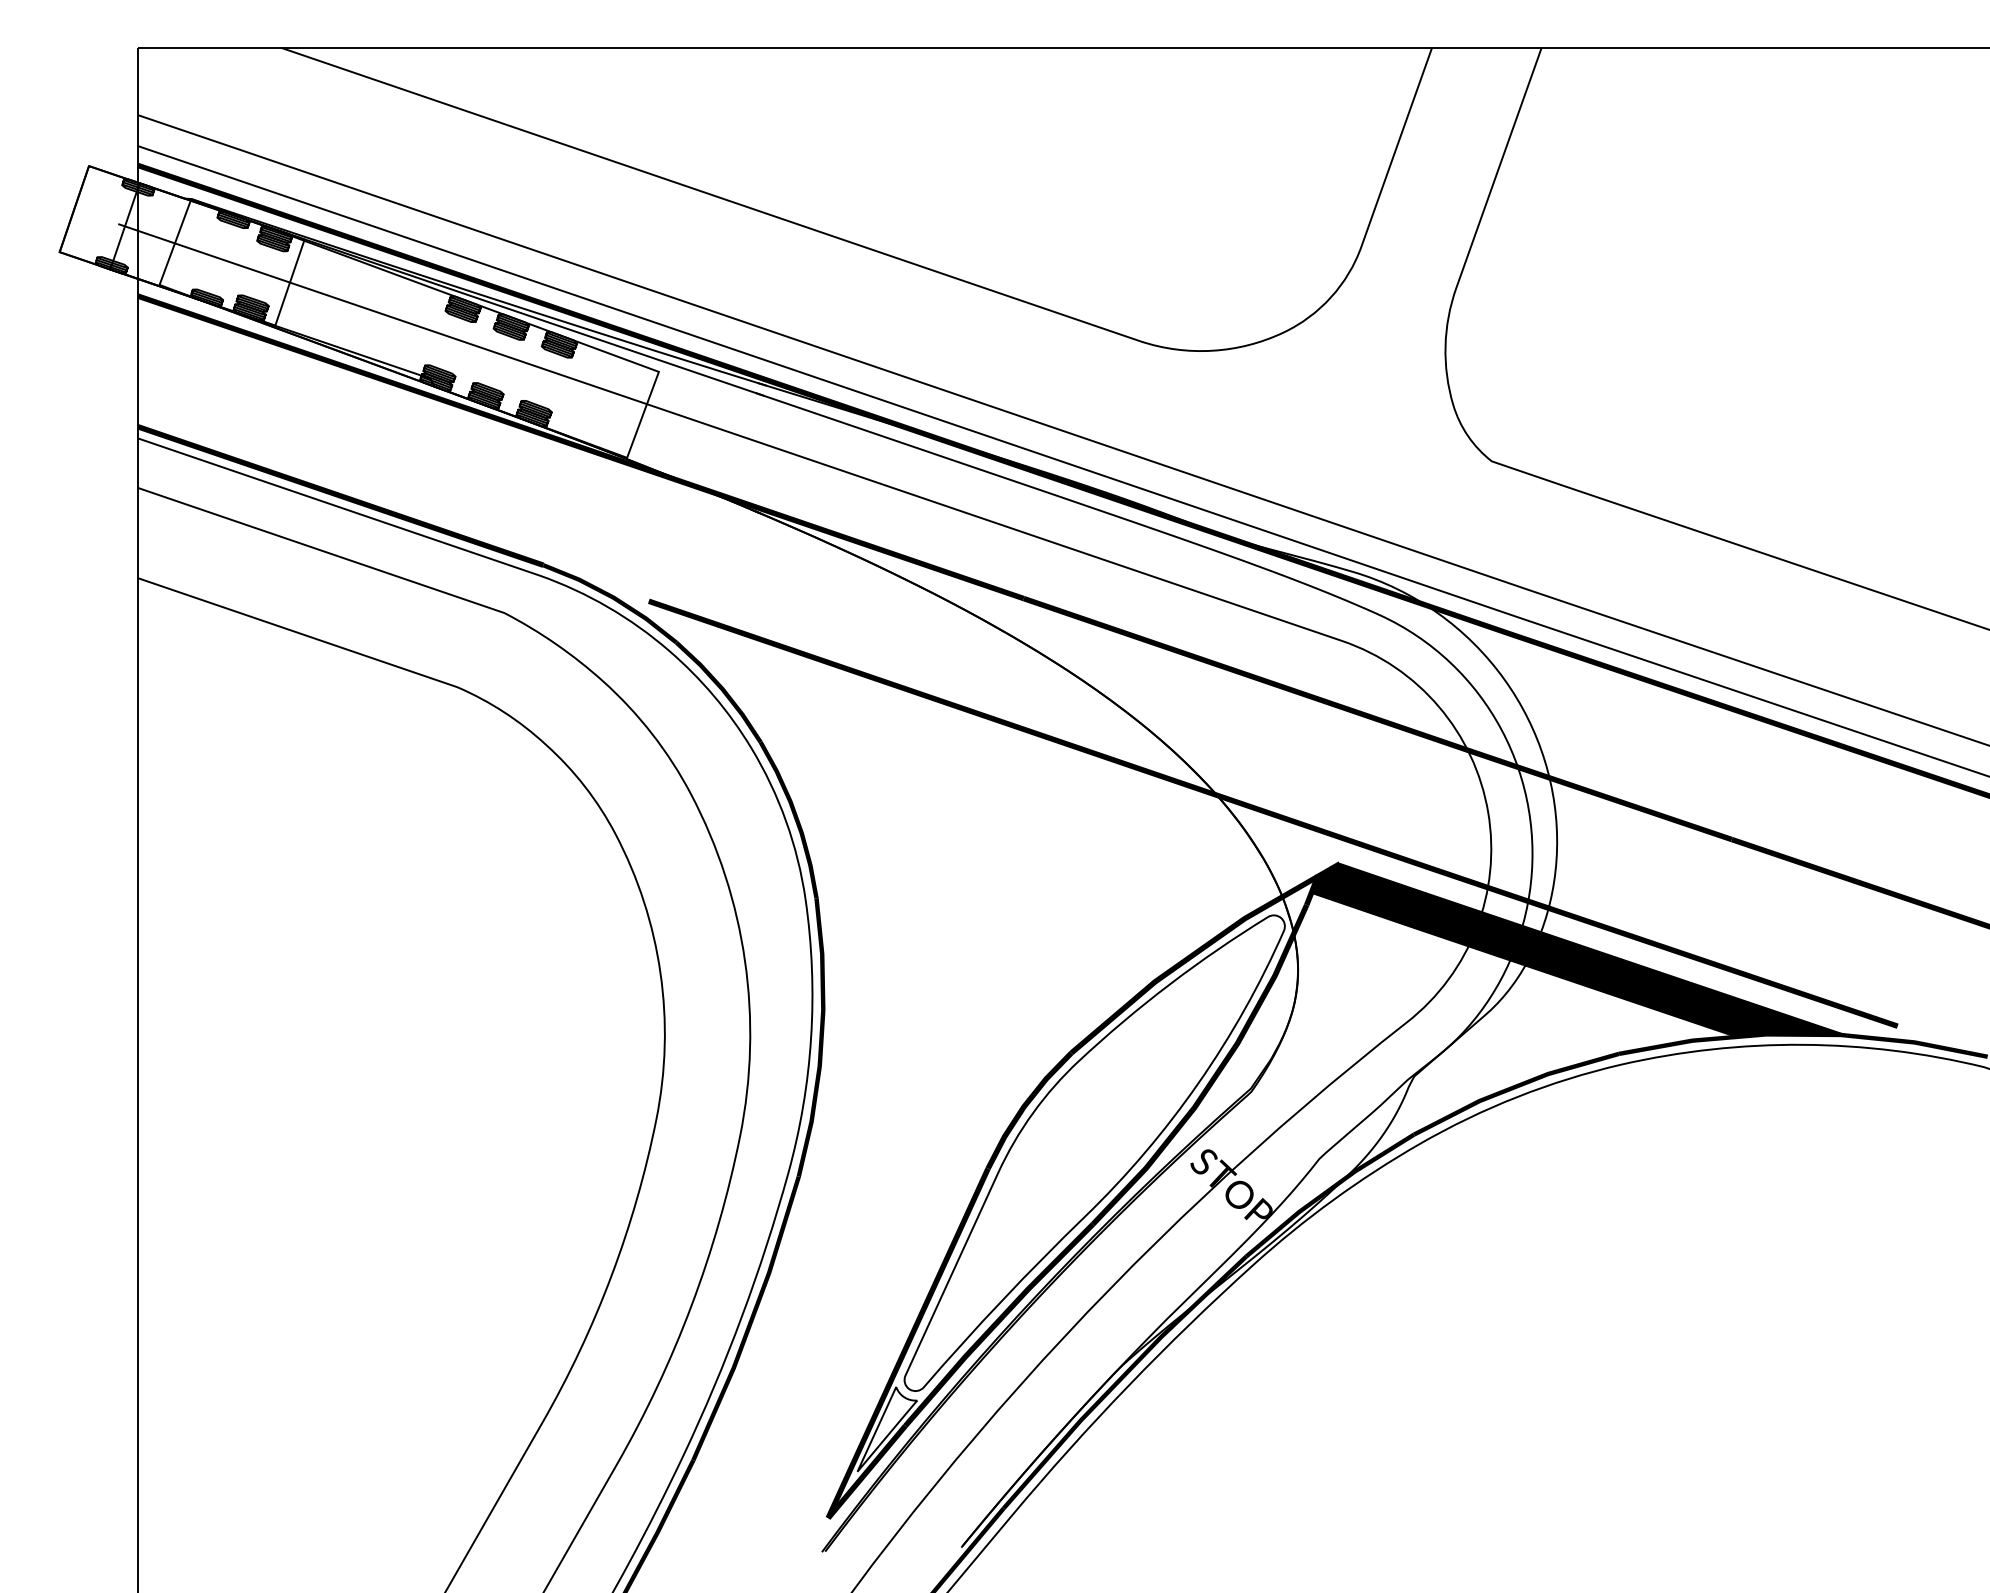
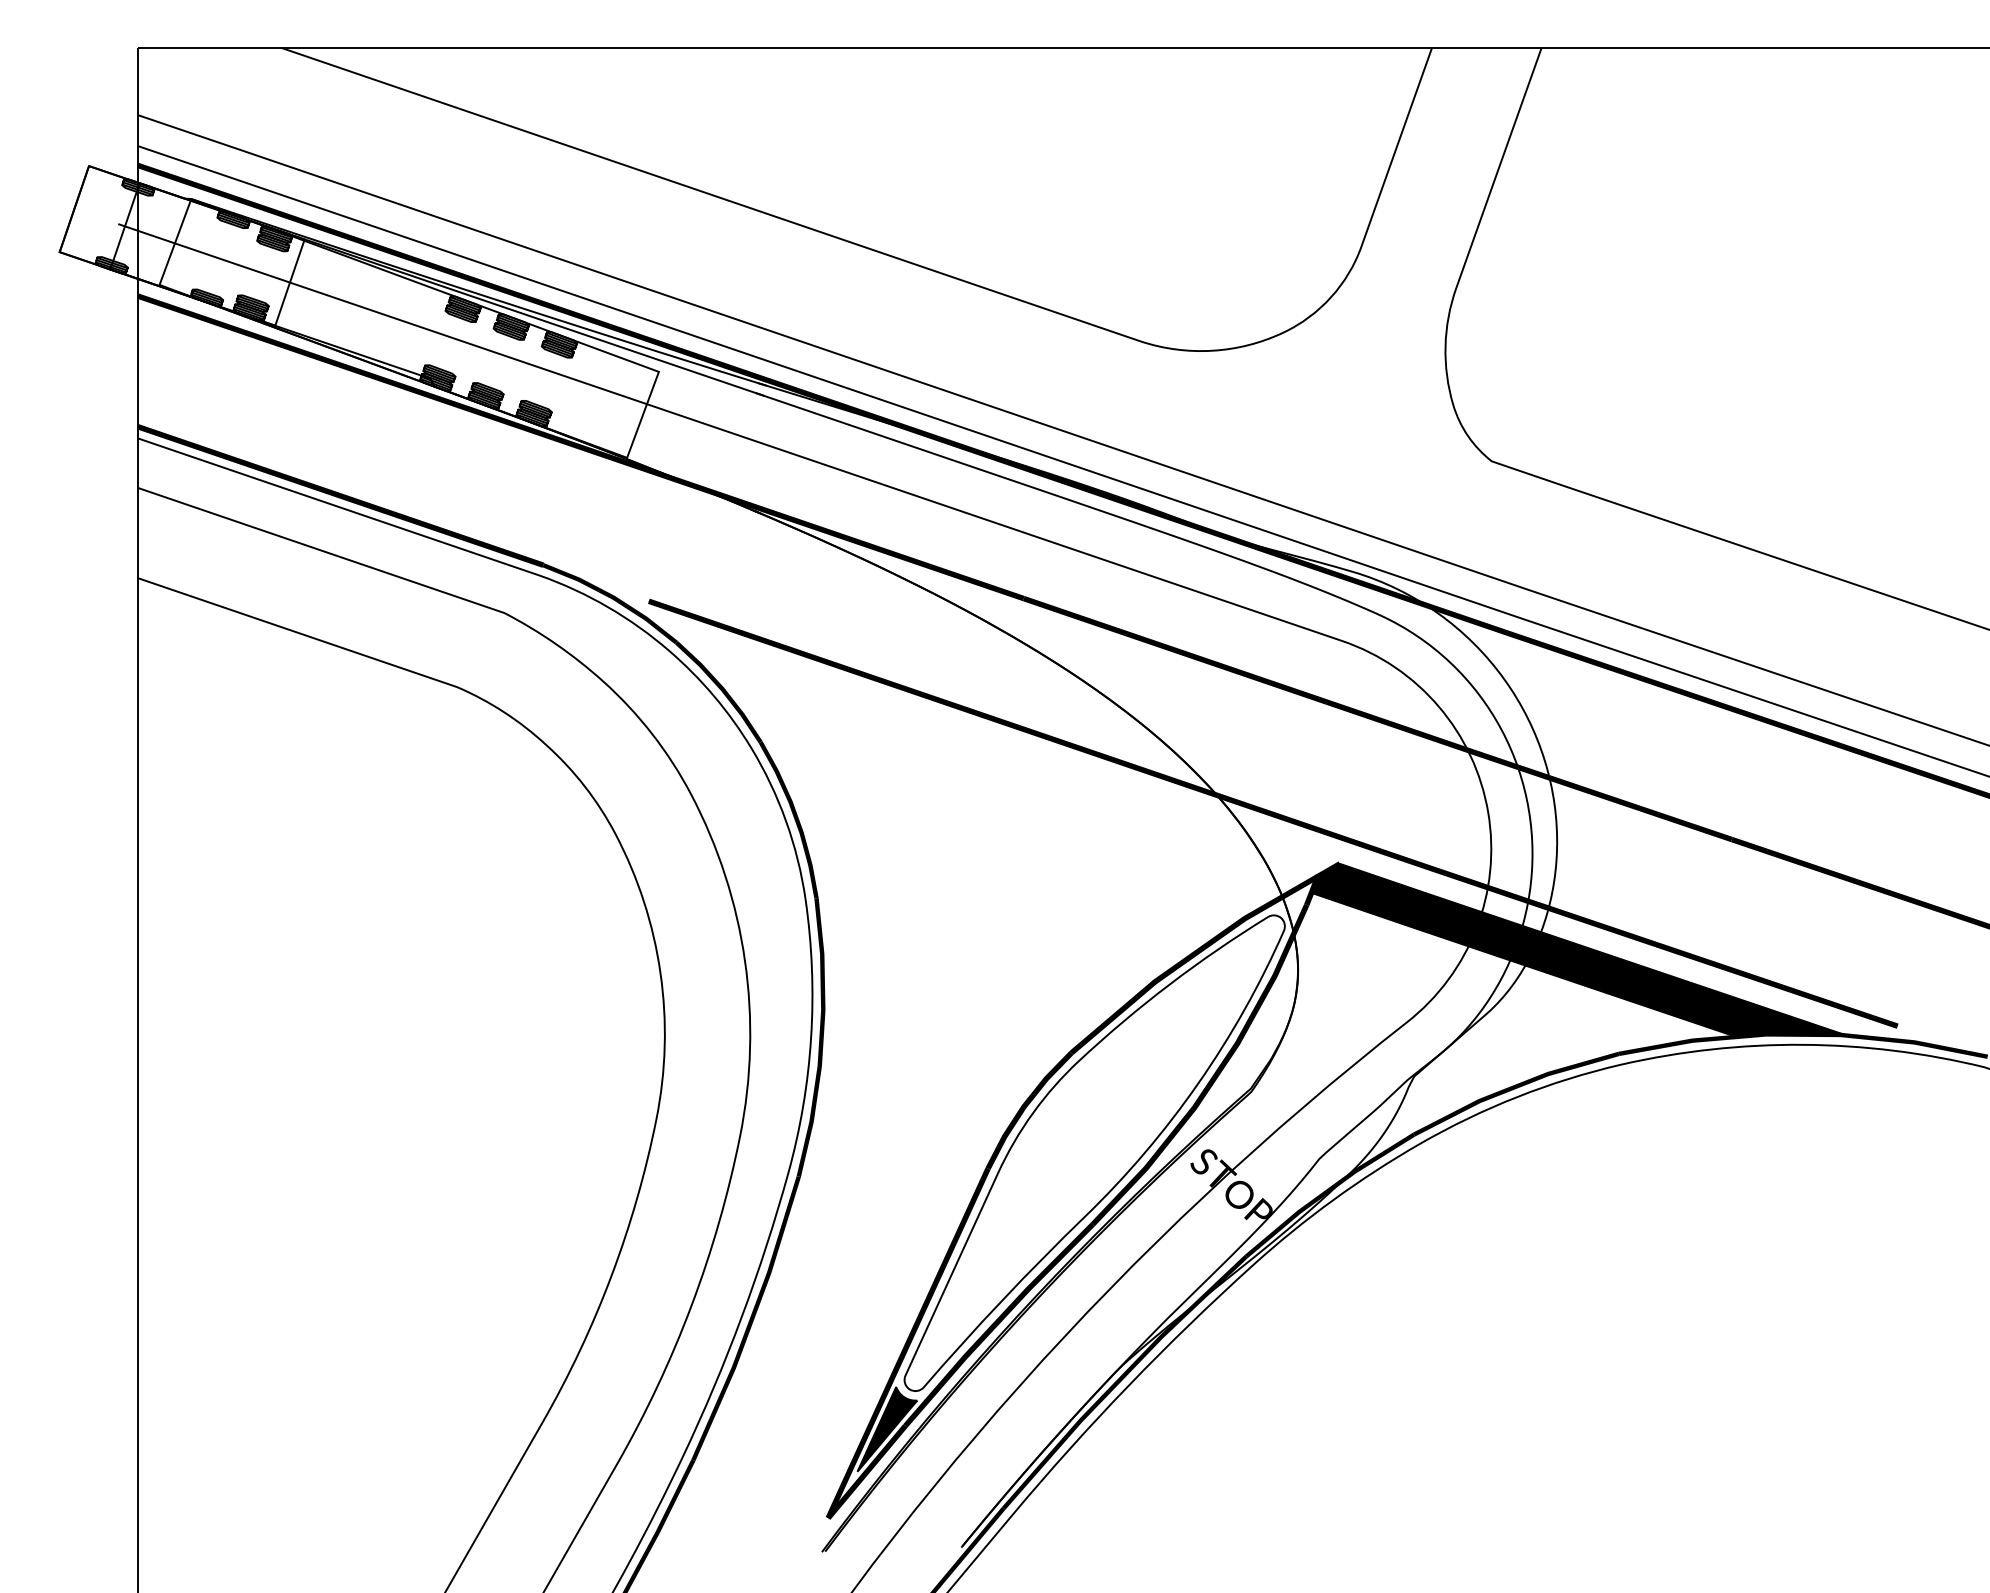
fill at (887, 1429): none -> present
